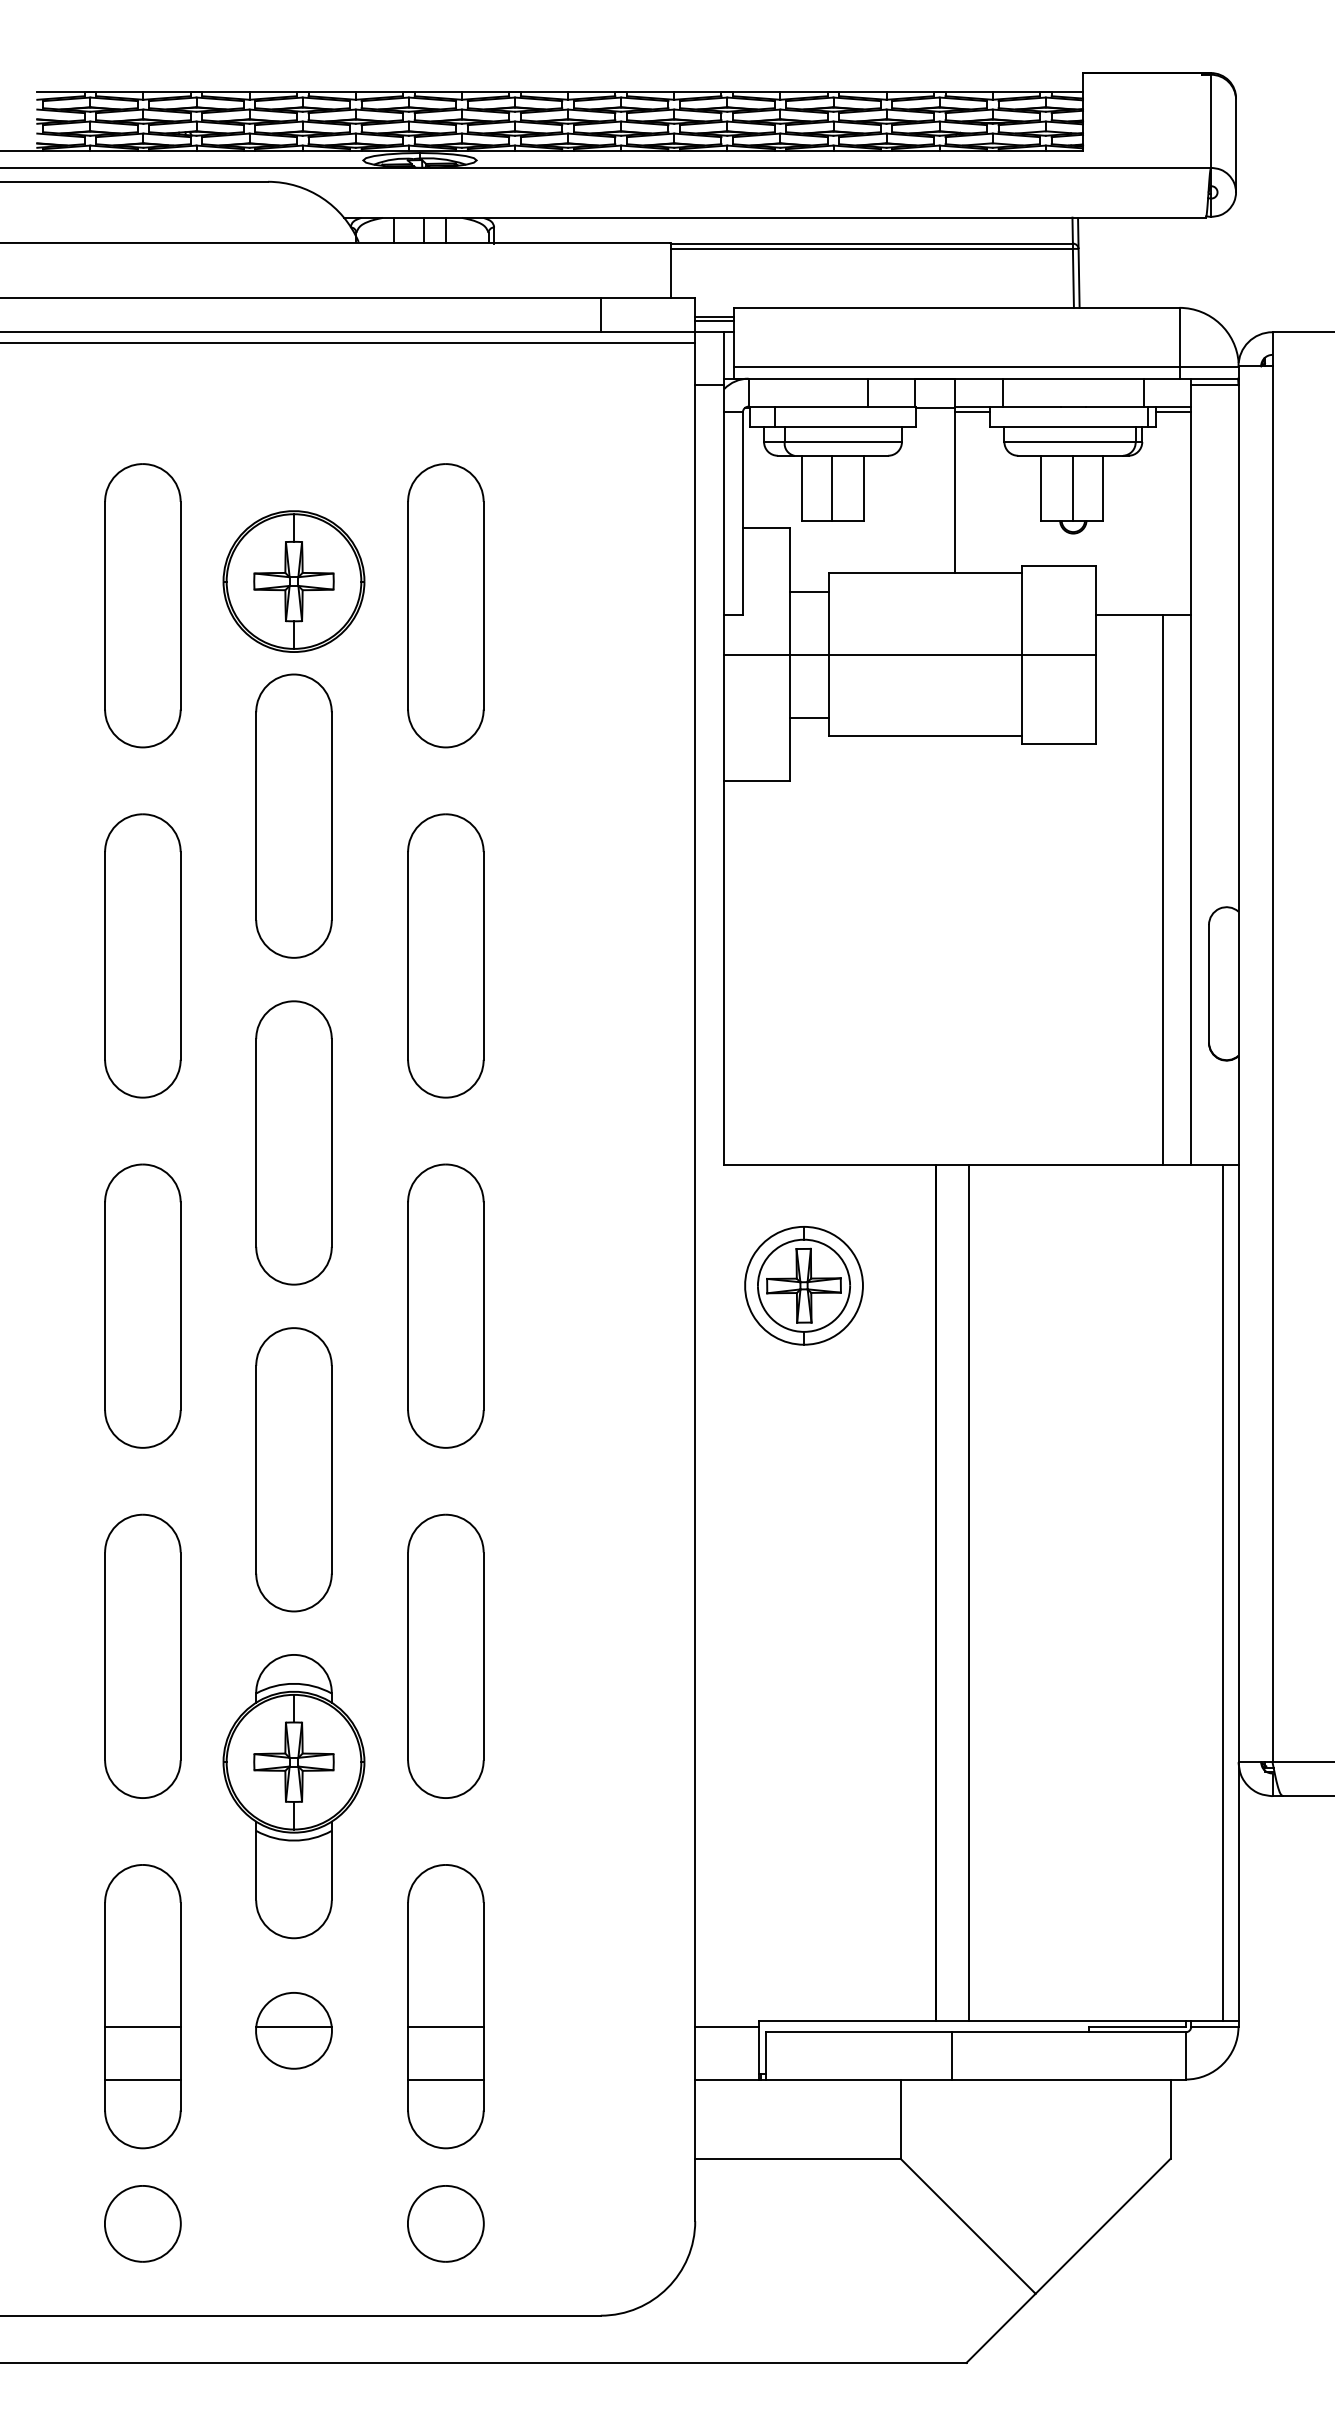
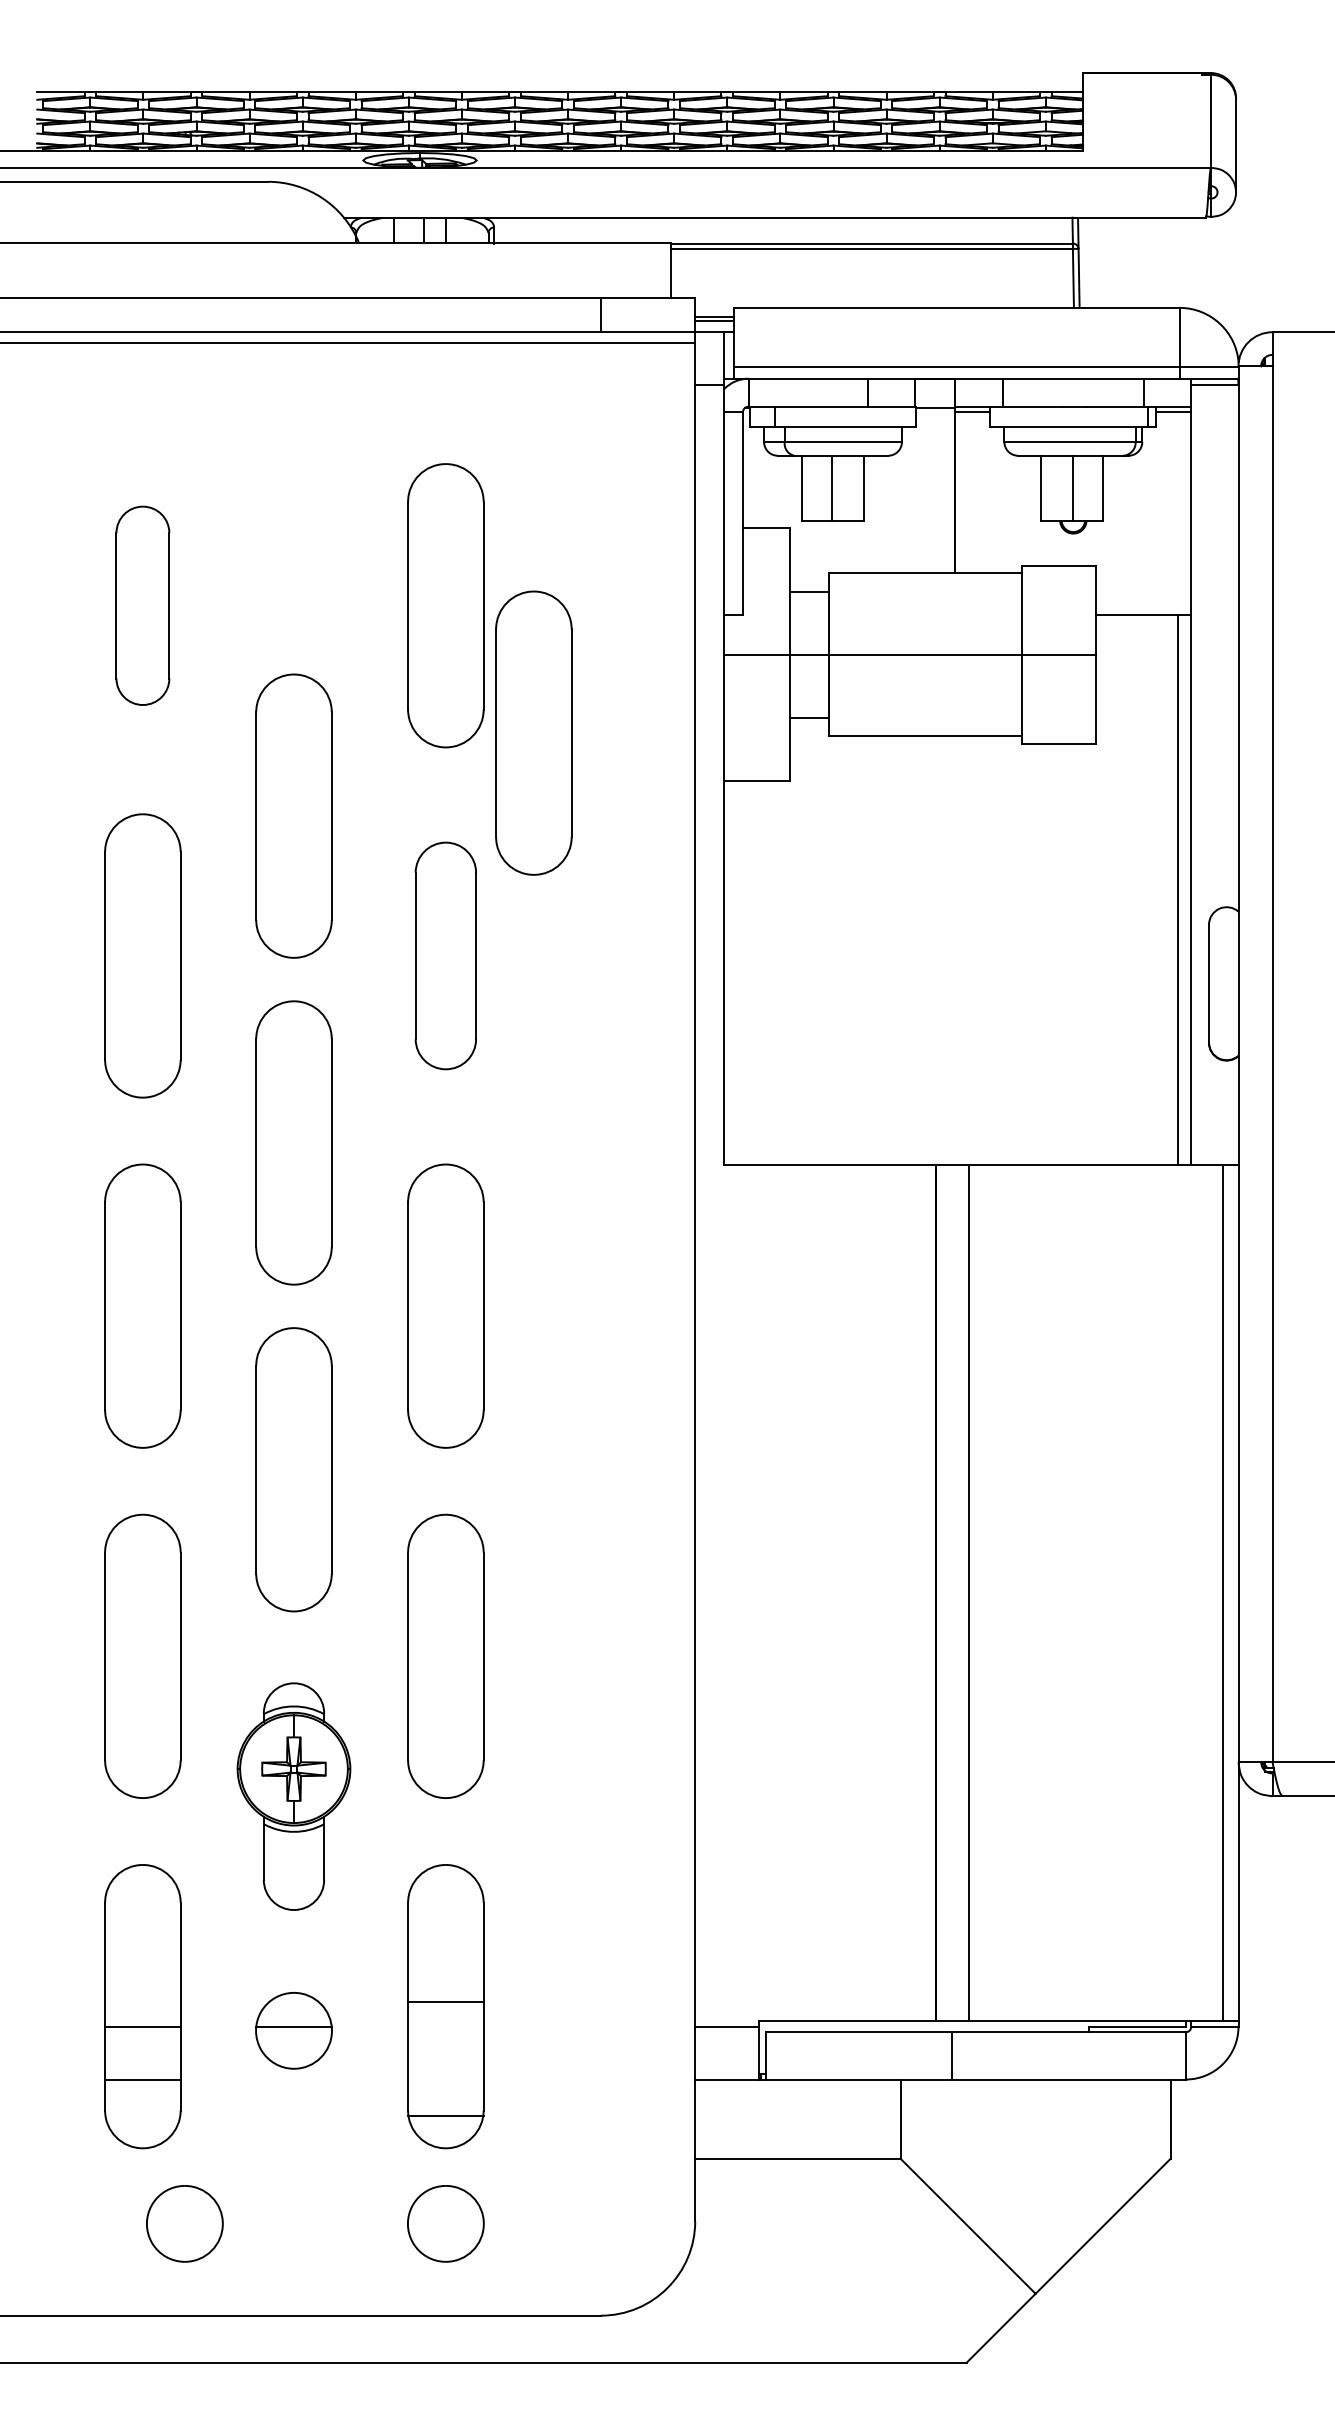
part at (293, 581): present -> none
part at (142, 605) size: 78x286 px -> 56x201 px
part at (533, 732): none -> present
line at (1163, 889) position: (1163, 889) -> (1178, 889)
part at (445, 955) size: 78x286 px -> 63x230 px
part at (803, 1285): present -> none
part at (293, 1796) size: 144x286 px -> 116x229 px
line at (445, 2026) position: (445, 2026) -> (445, 2001)
line at (445, 2079) position: (445, 2079) -> (445, 2115)
part at (142, 2223) position: (142, 2223) -> (184, 2223)
